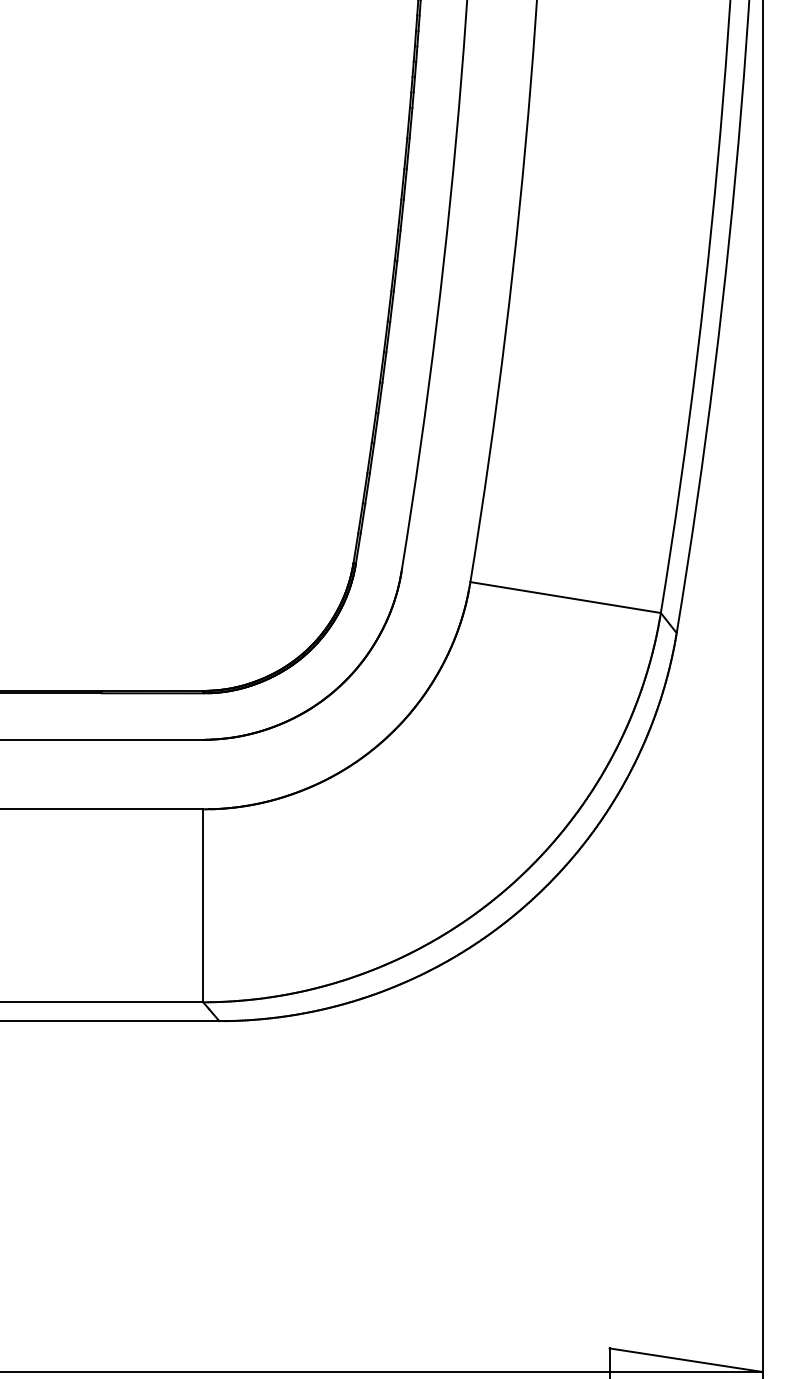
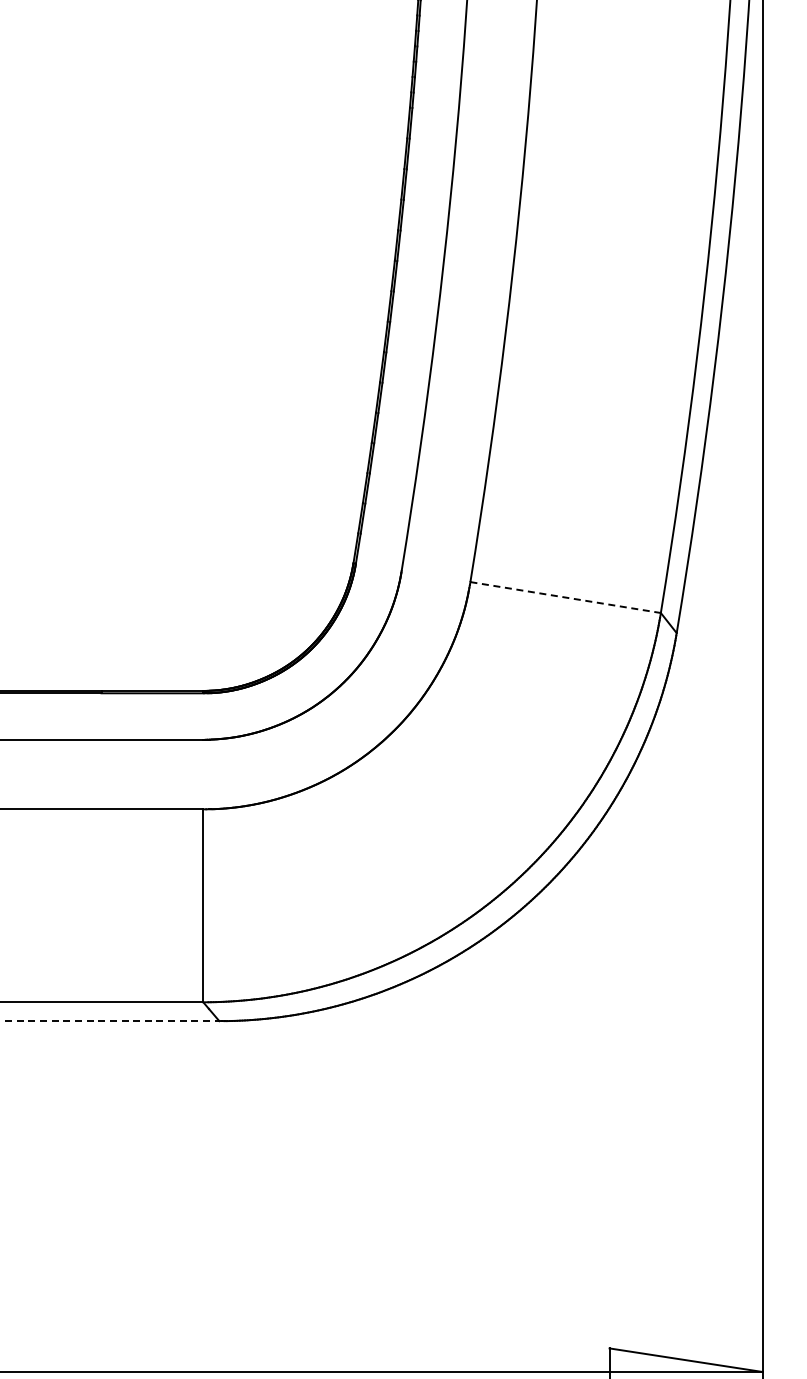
line at (566, 597): solid -> dashed
line at (110, 1021): solid -> dashed
